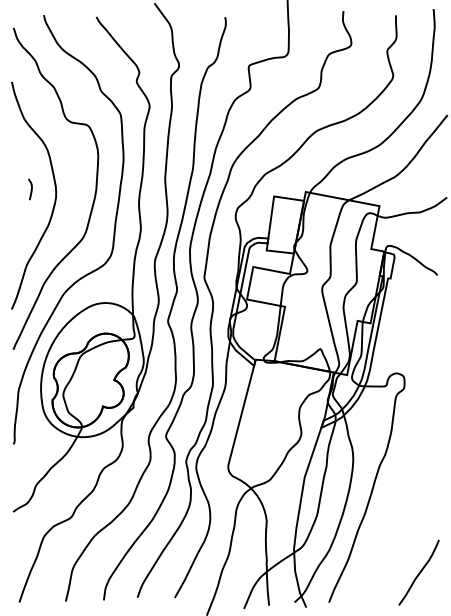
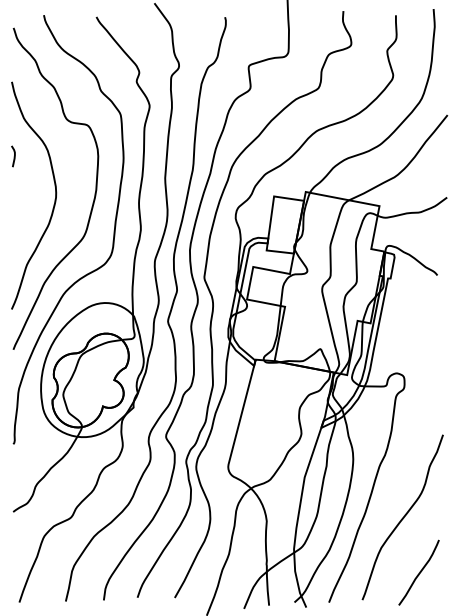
curve at (30, 189) position: (30, 189) -> (13, 156)
curve at (402, 517): none -> present
